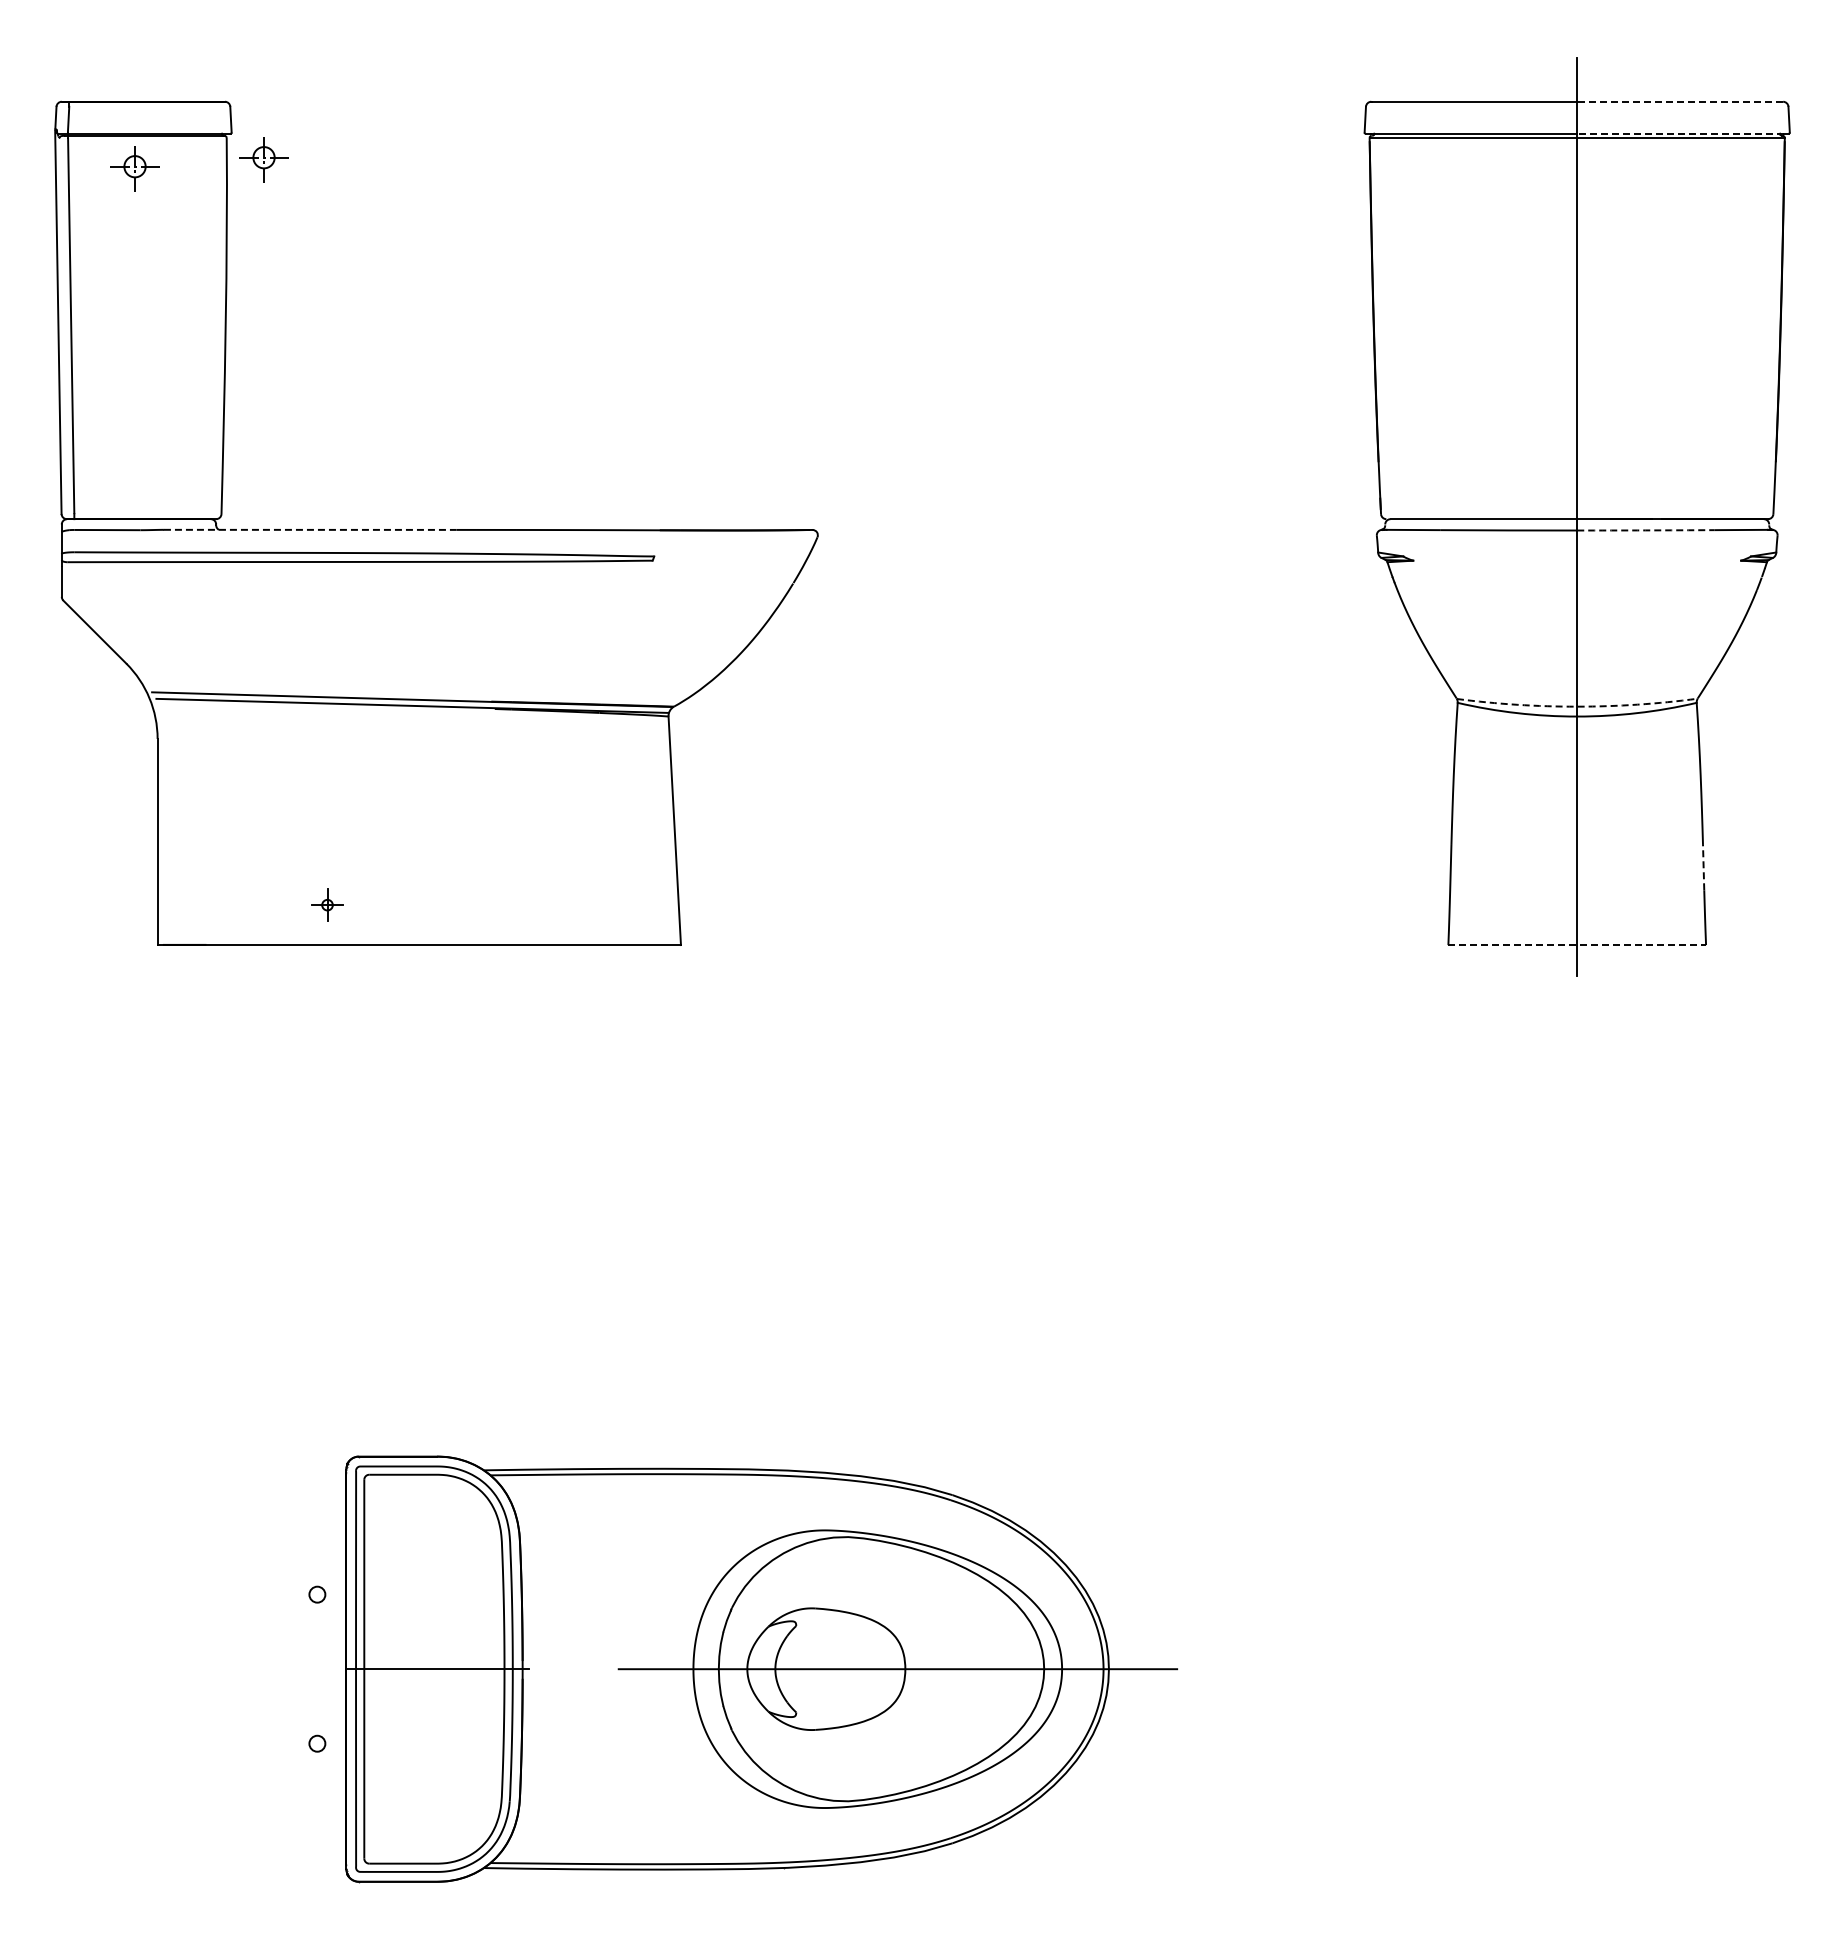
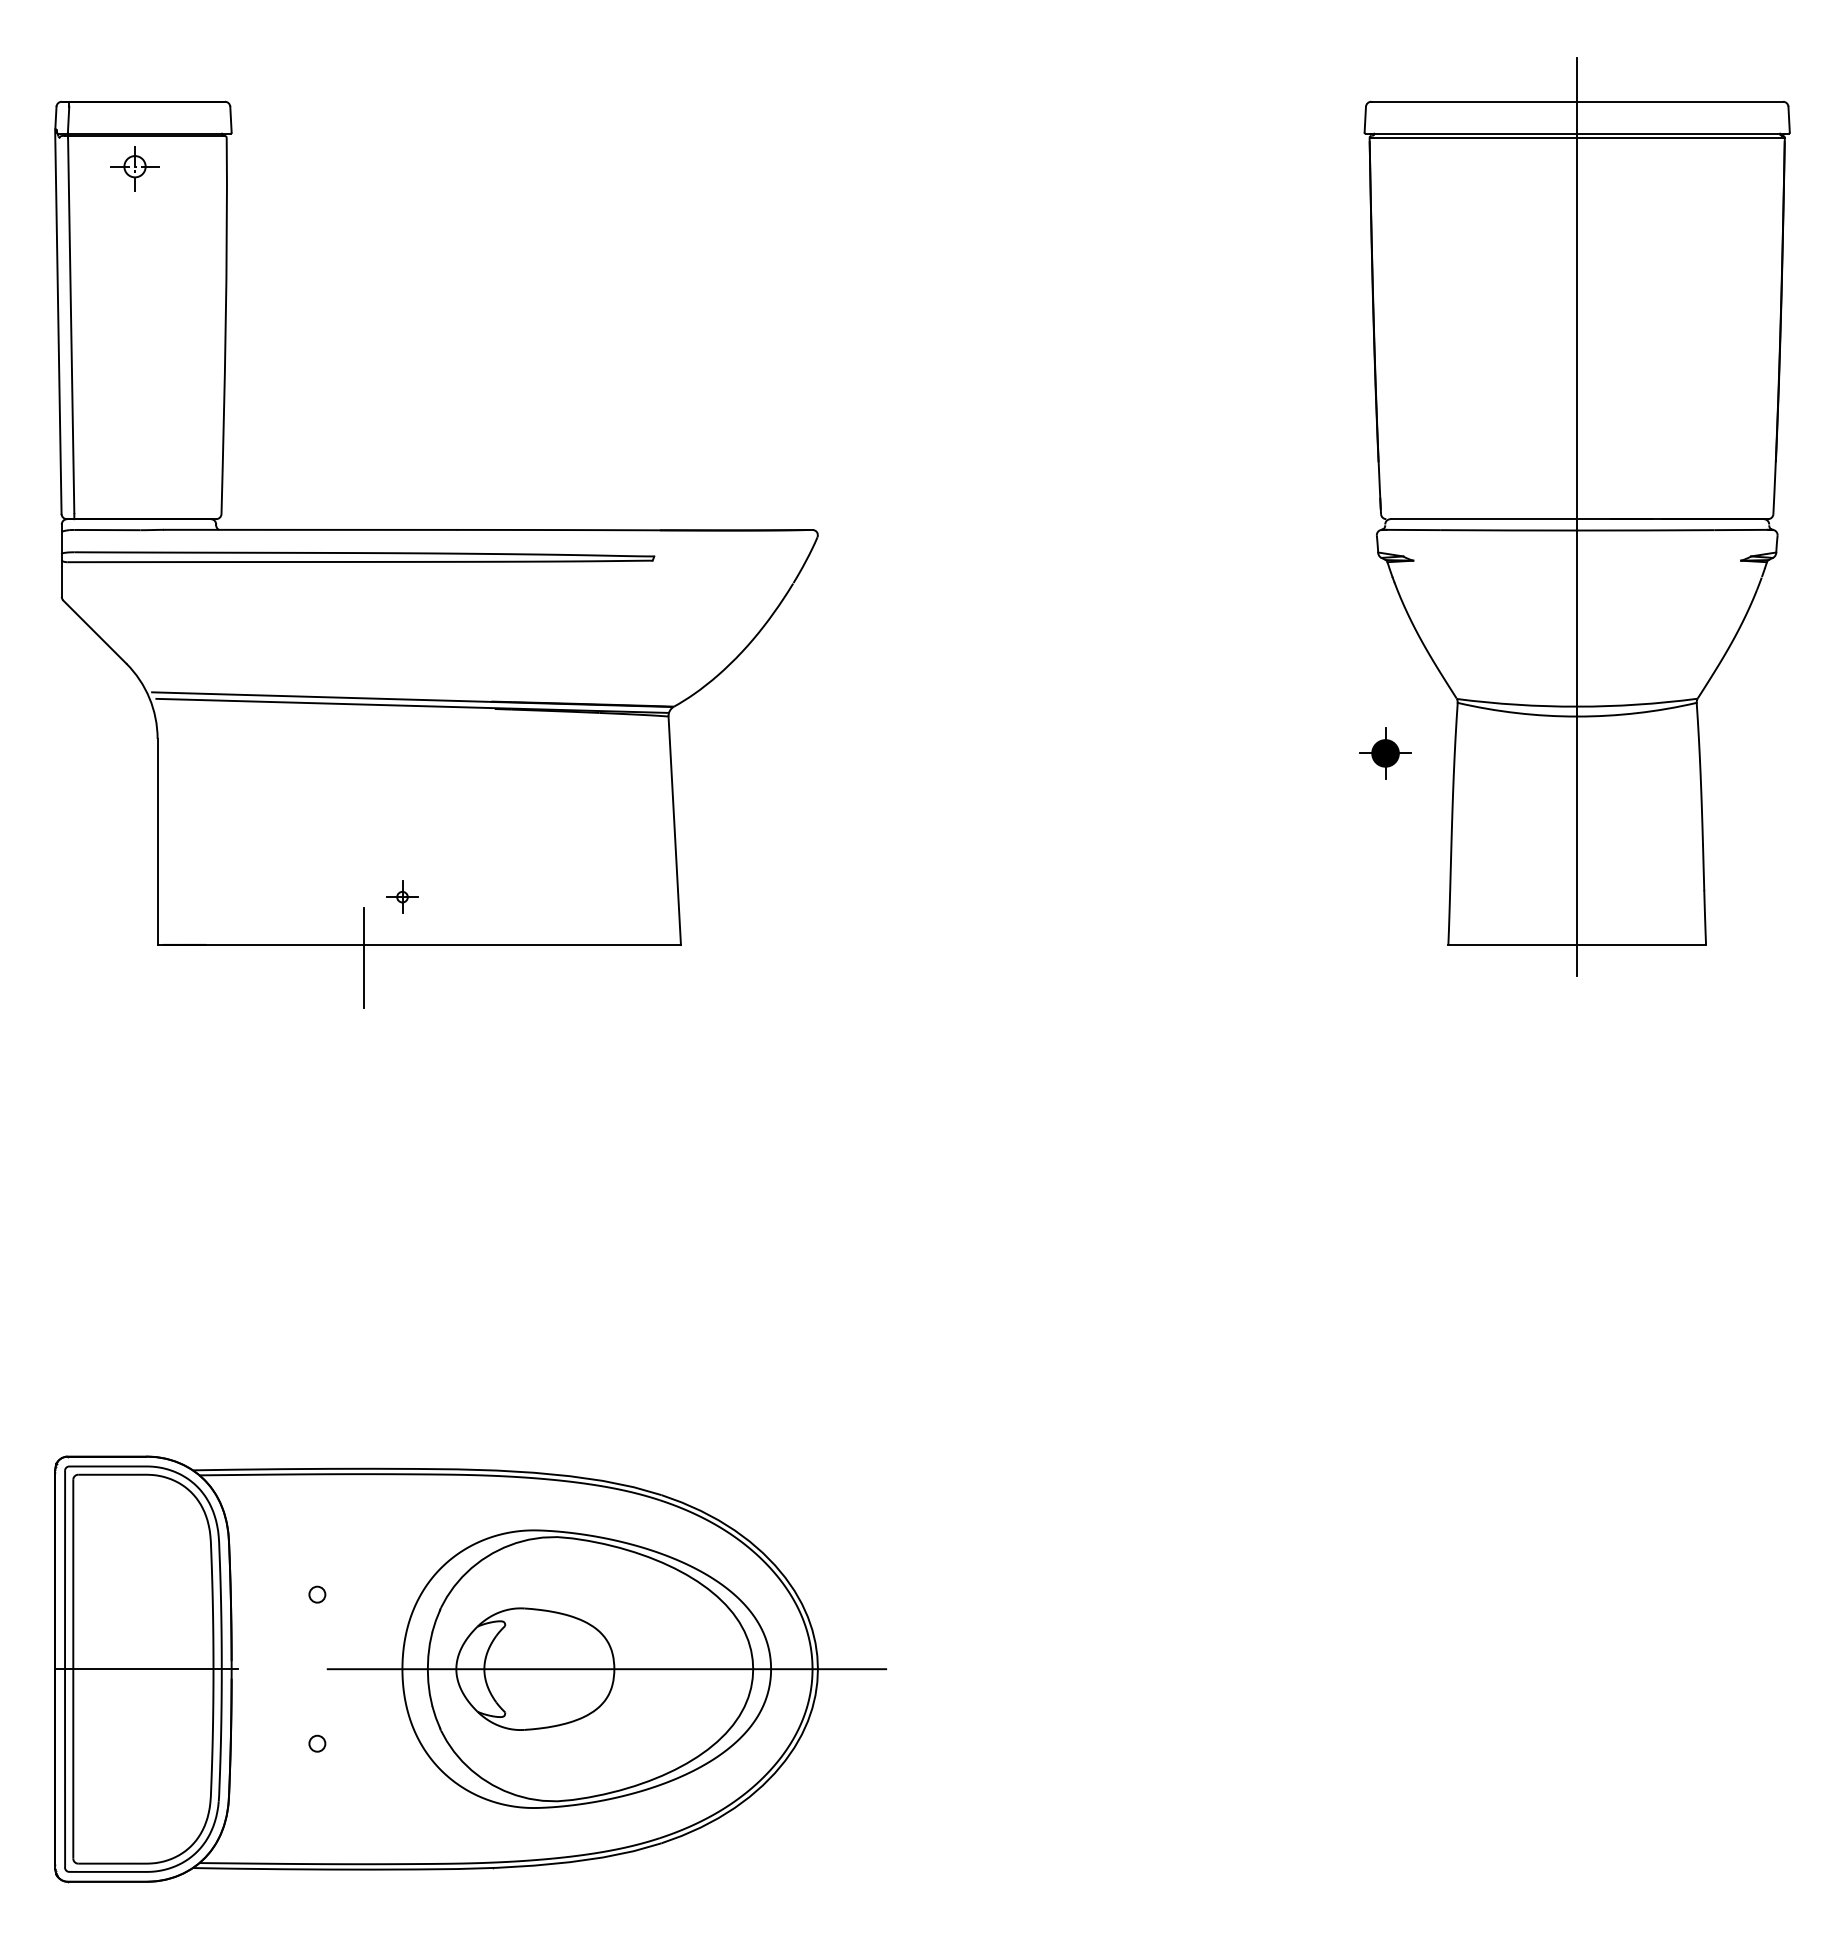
line at (1679, 101): dashed -> solid
line at (1680, 133): dashed -> solid
part at (263, 159): present -> none
line at (310, 529): dashed -> solid
arc at (1645, 530): dashed -> solid
arc at (1577, 706): dashed -> solid
part at (1385, 753): none -> present
line at (1703, 867): dashed -> solid
part at (327, 904) position: (327, 904) -> (402, 896)
line at (1577, 945): dashed -> solid
line at (364, 957): none -> present
part at (761, 1669) position: (761, 1669) -> (470, 1669)
